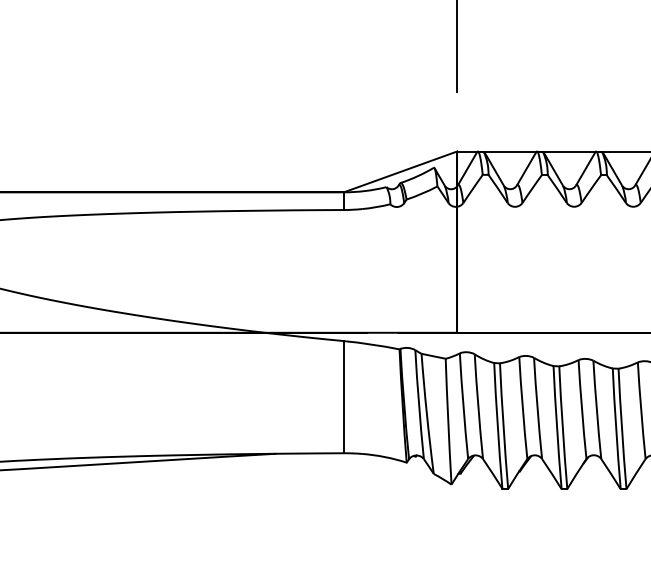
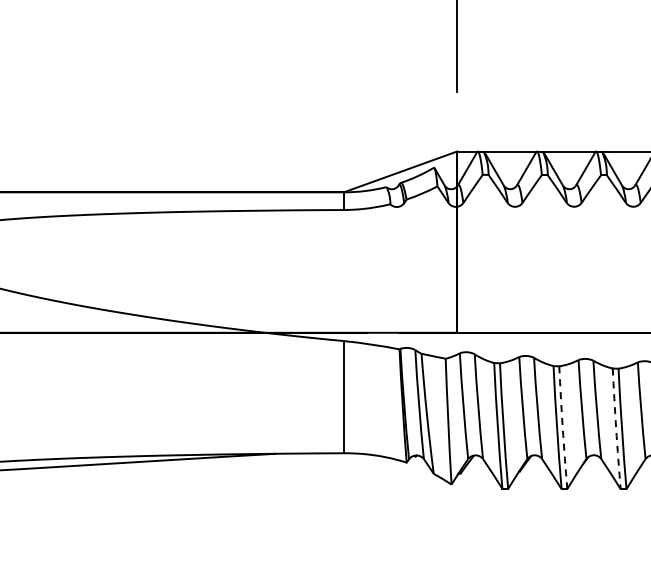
arc at (562, 427): solid -> dashed
arc at (616, 428): solid -> dashed
